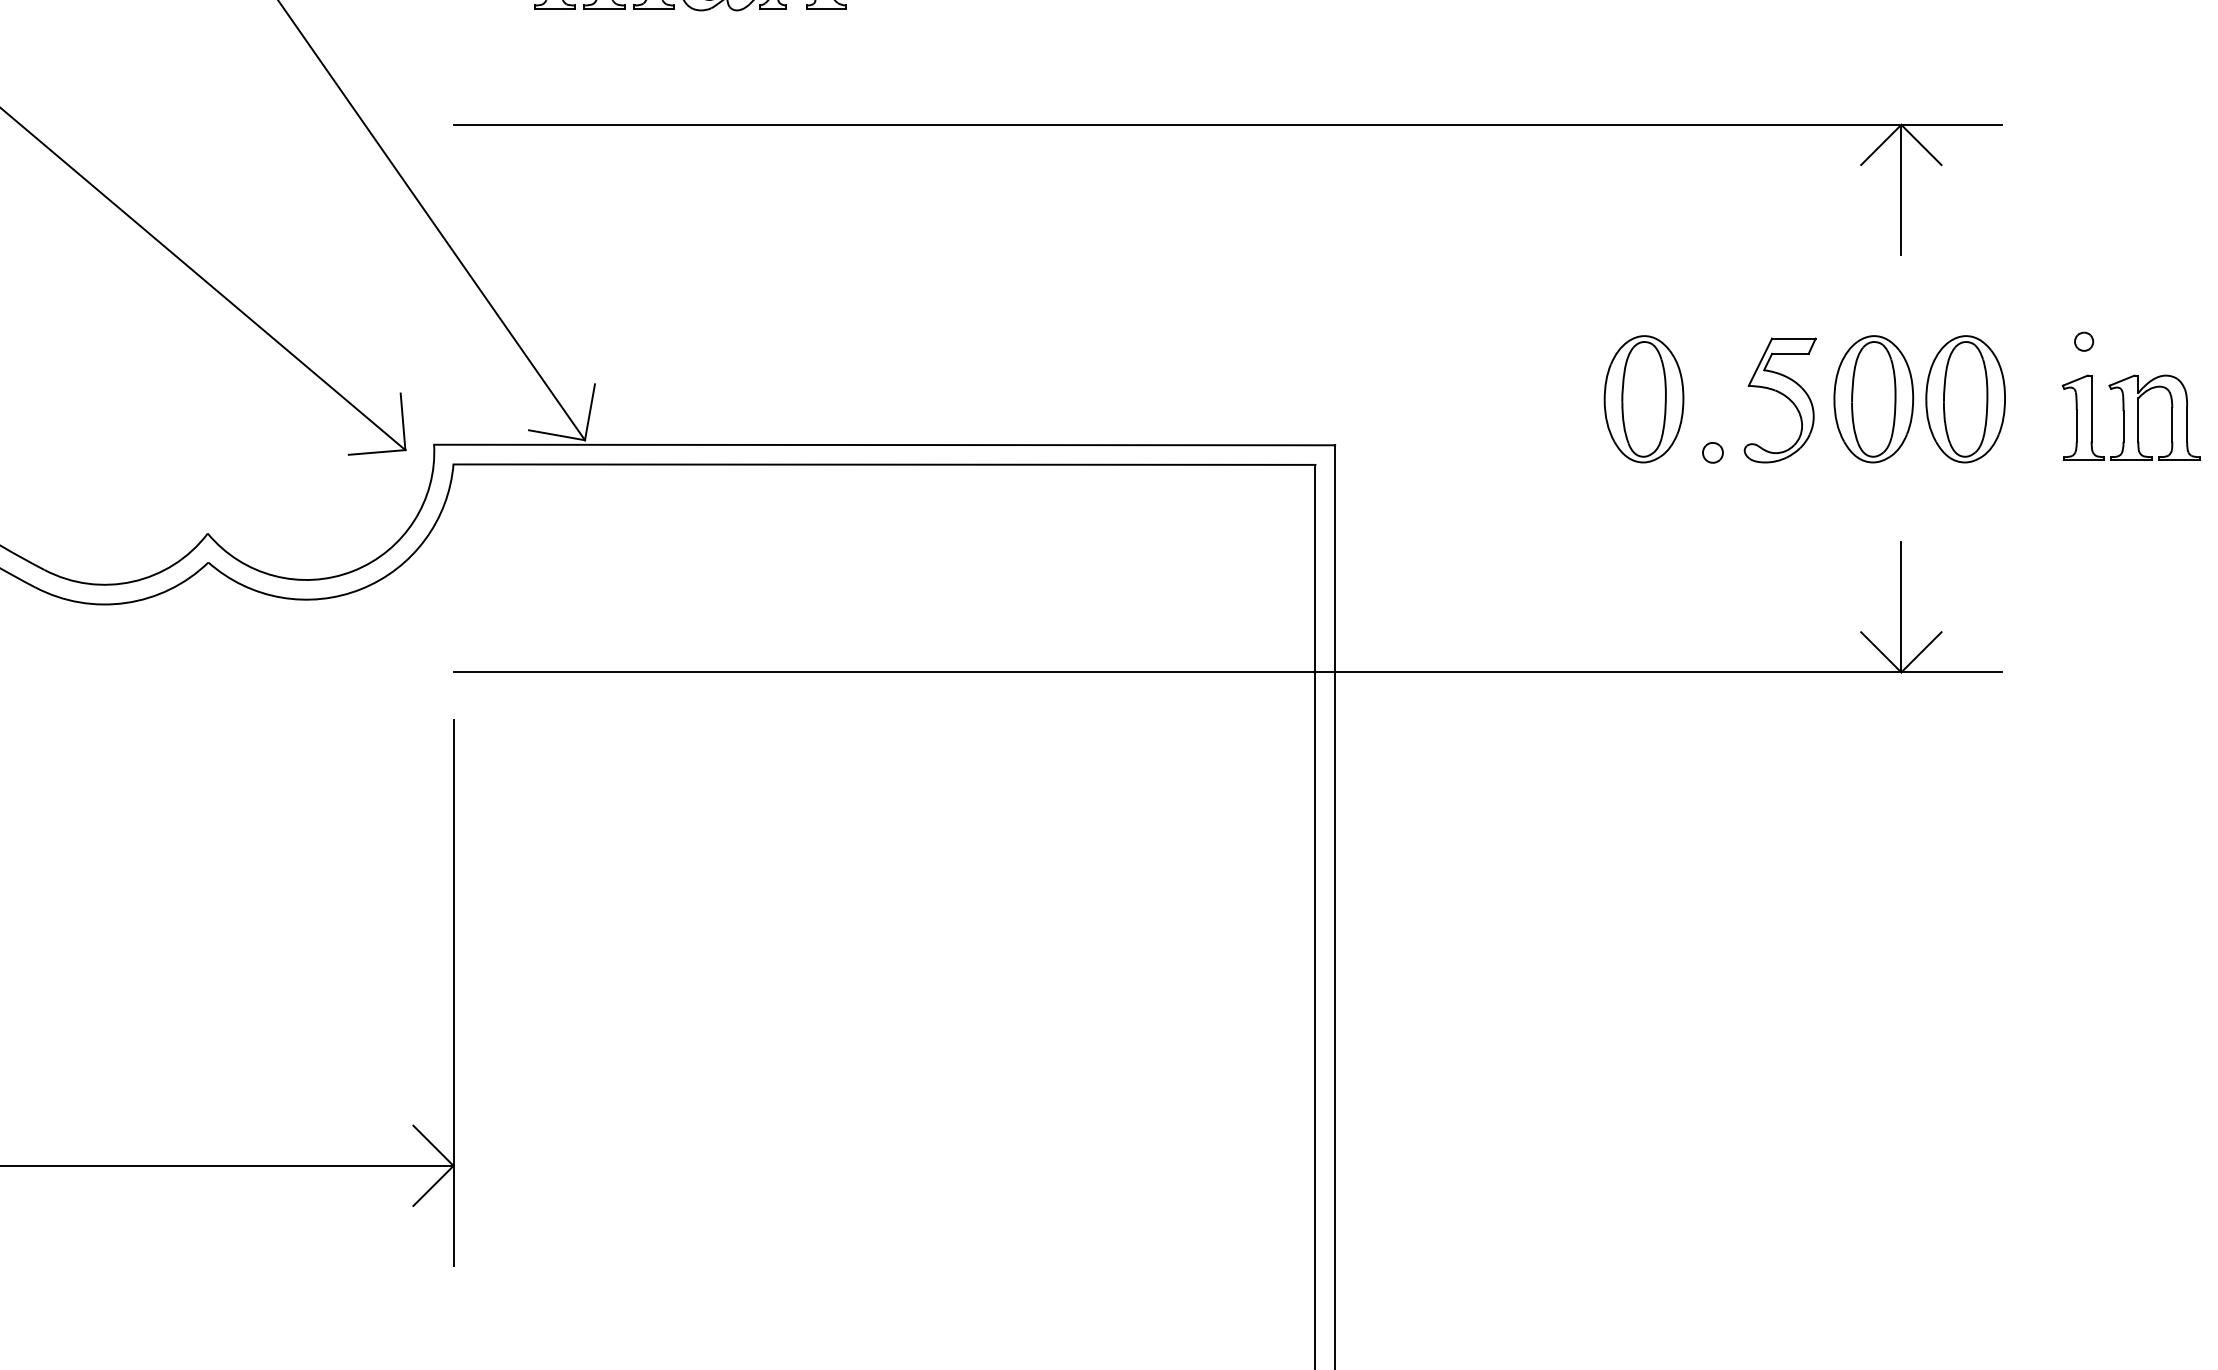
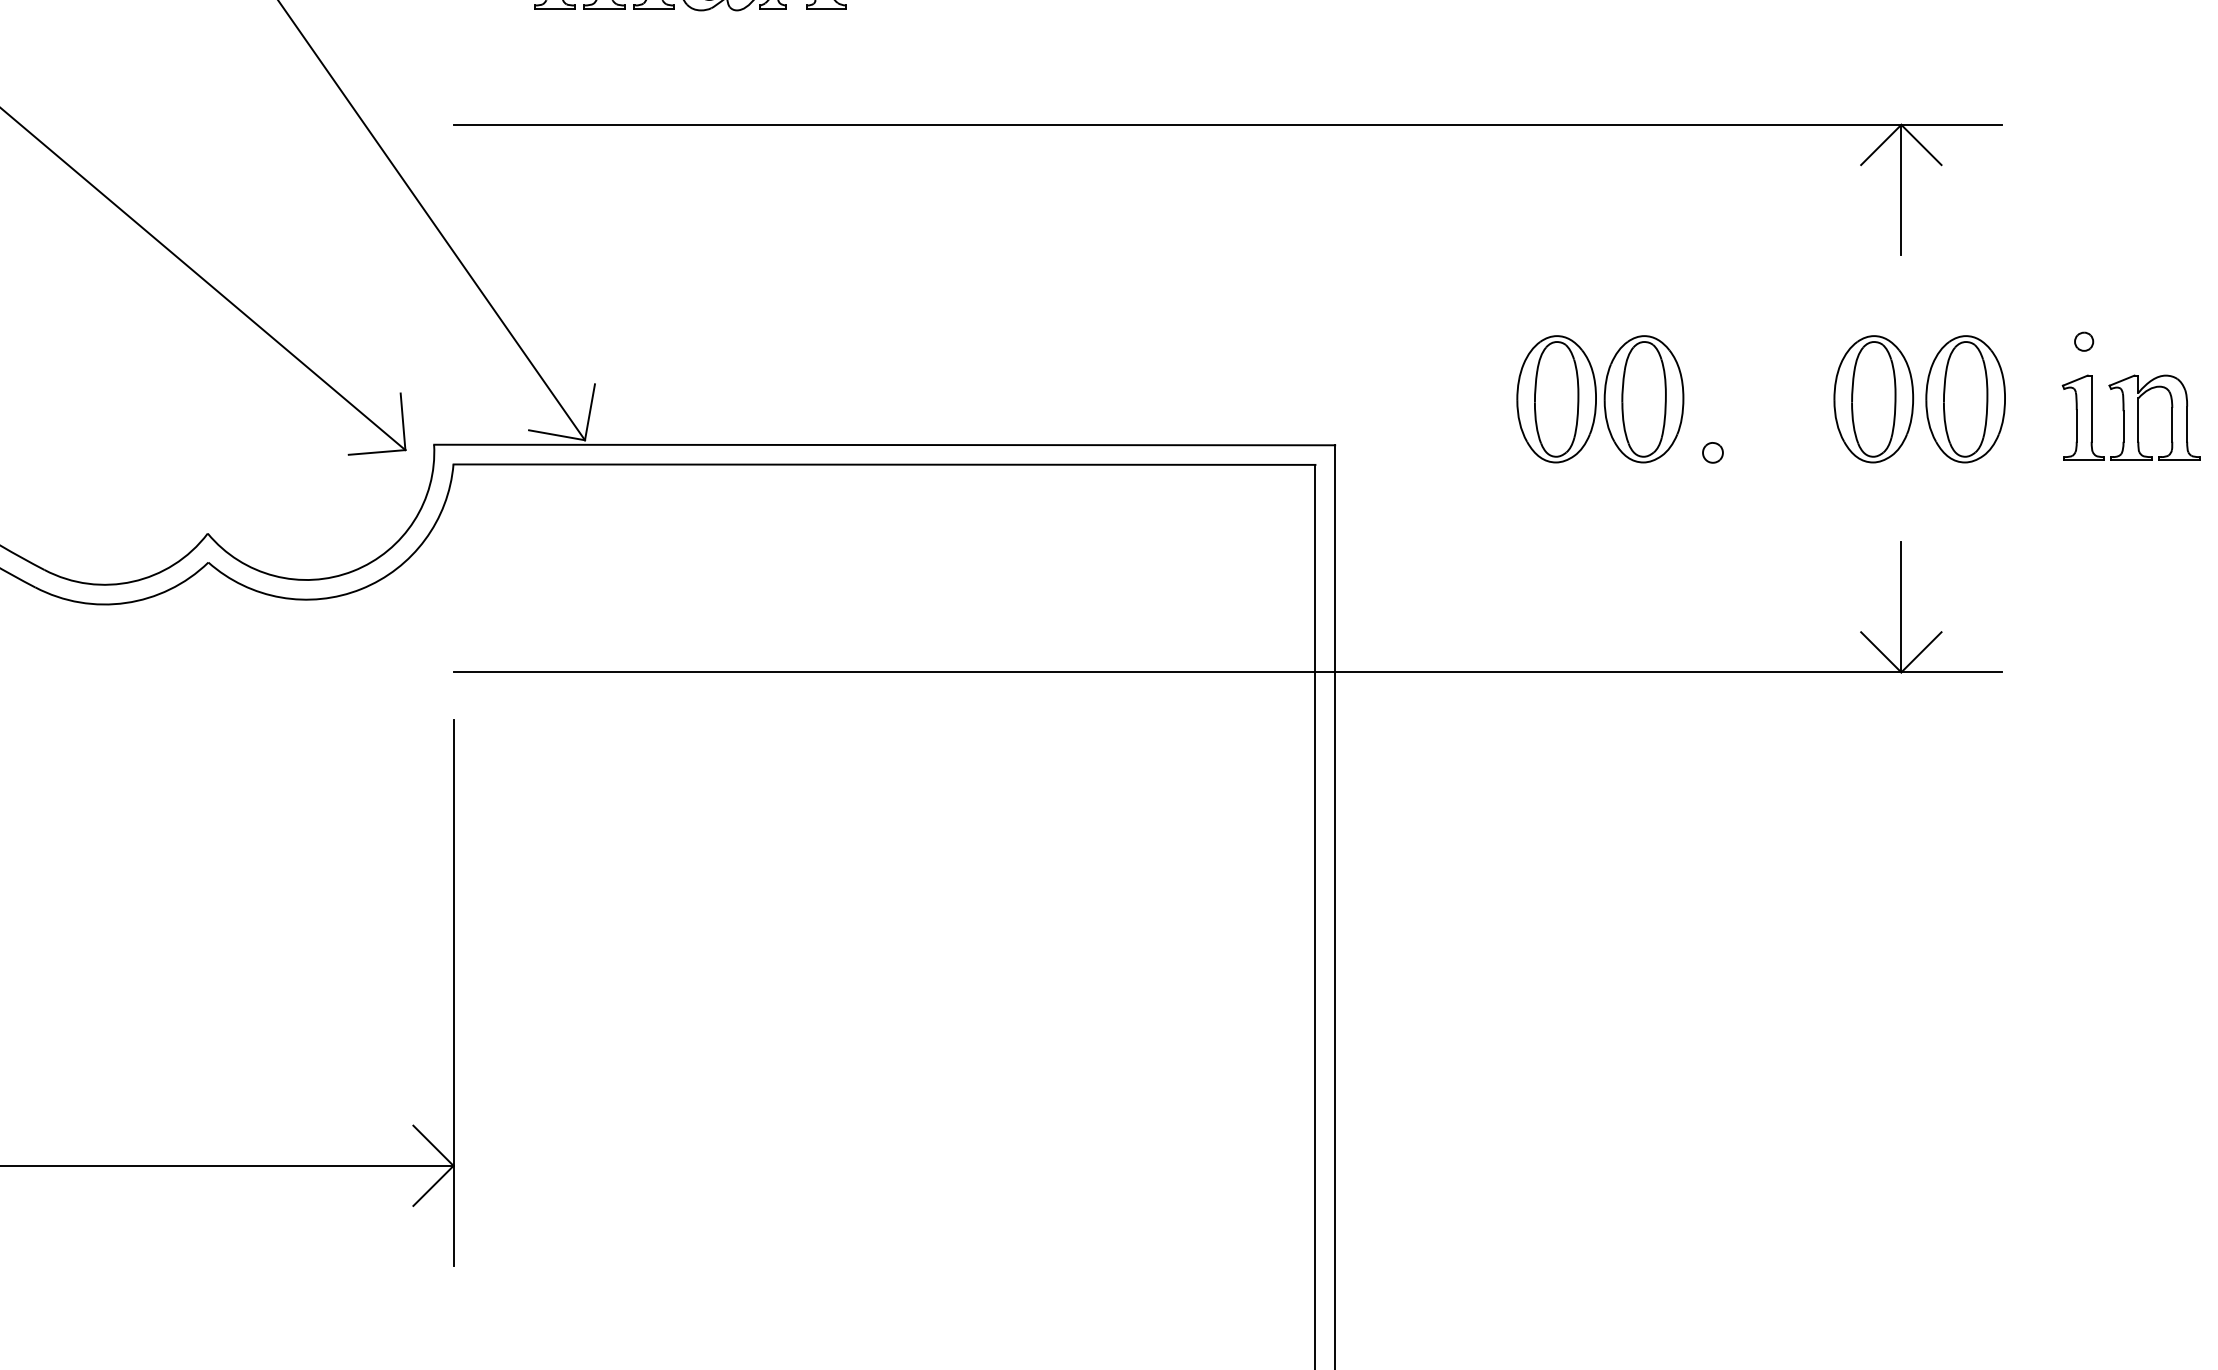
part at (1556, 399): none -> present
part at (1779, 400): present -> none
